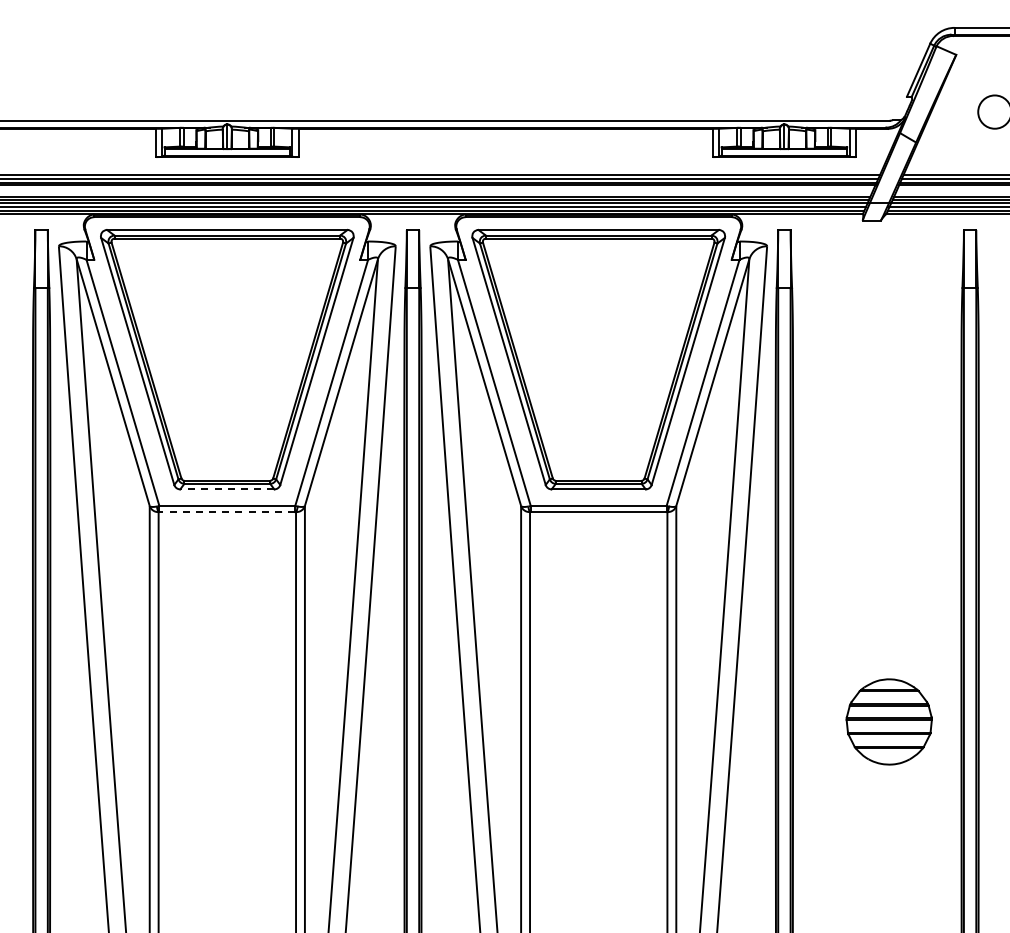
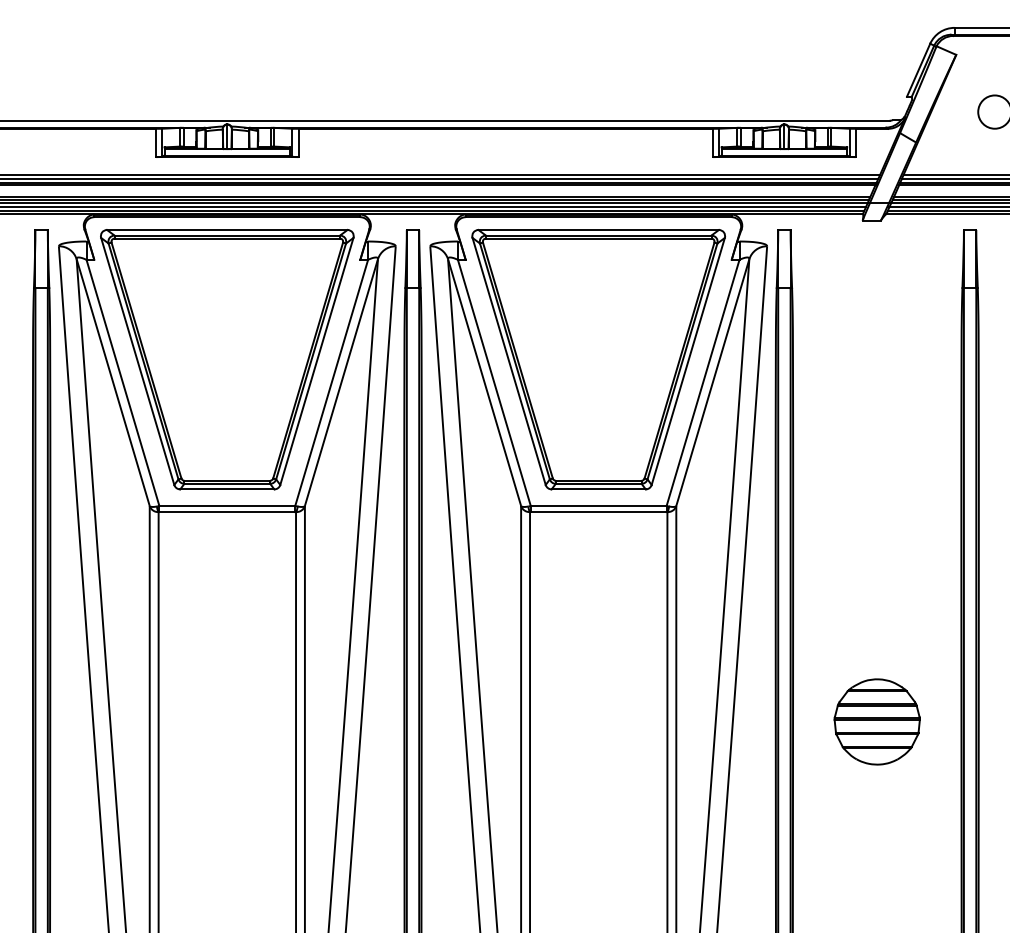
line at (226, 489): dashed -> solid
line at (227, 512): dashed -> solid
part at (888, 721) position: (888, 721) -> (876, 721)
